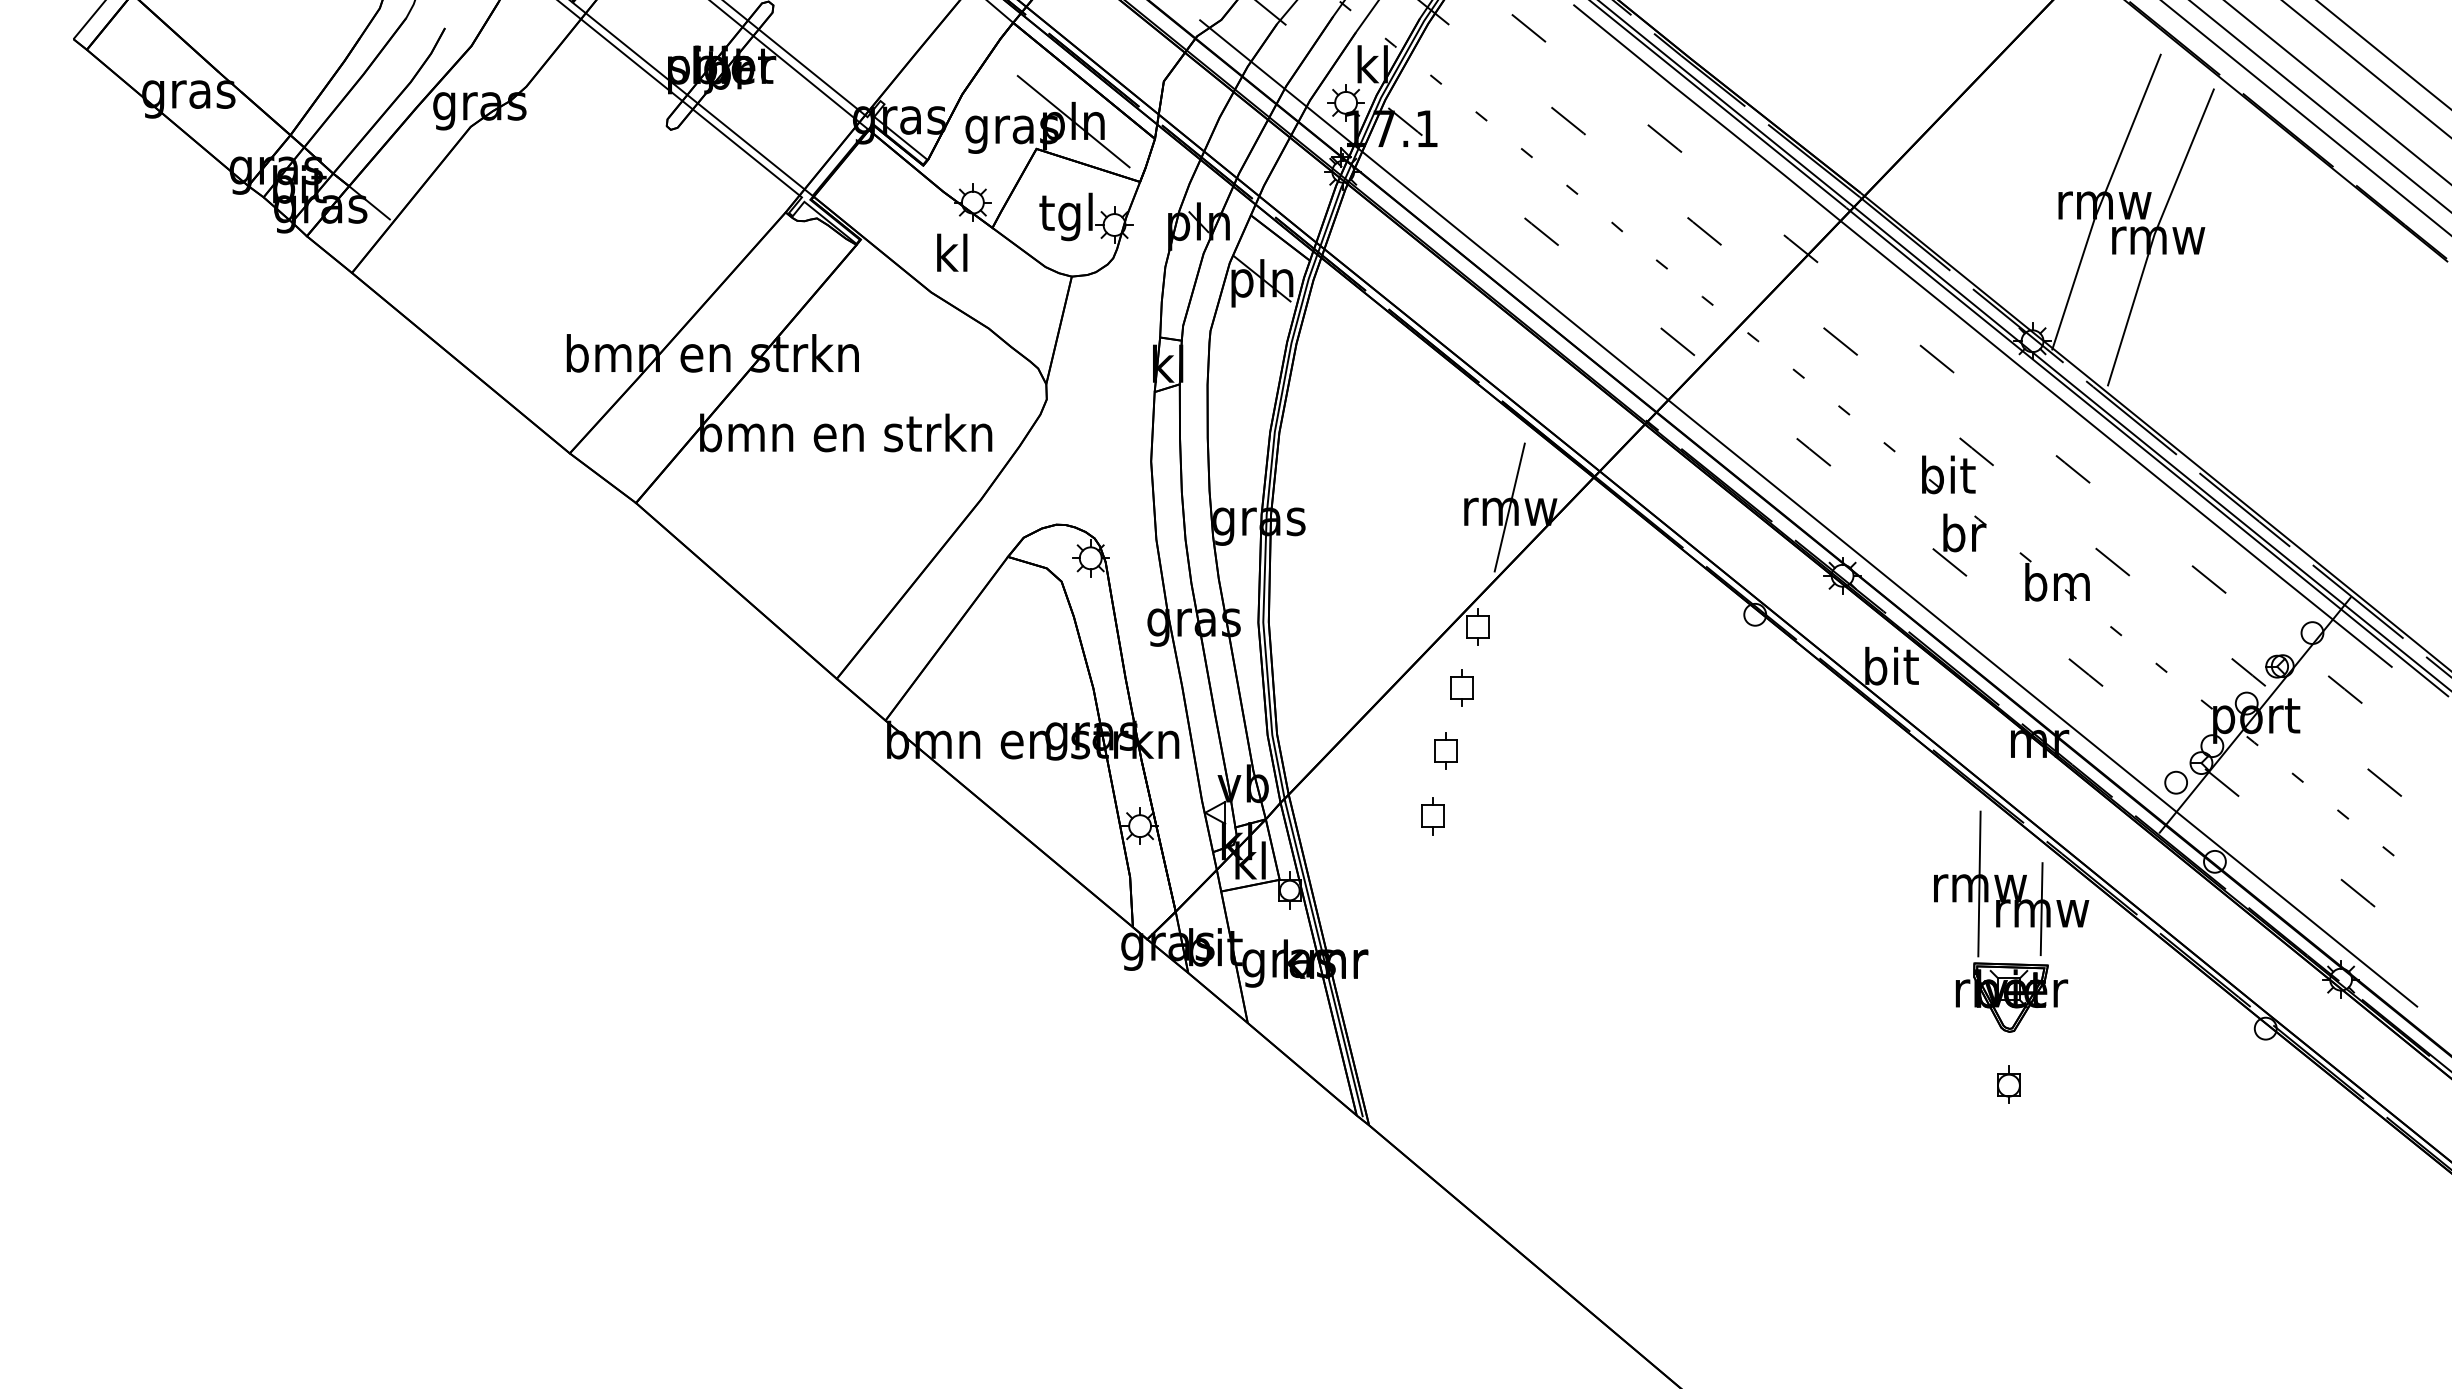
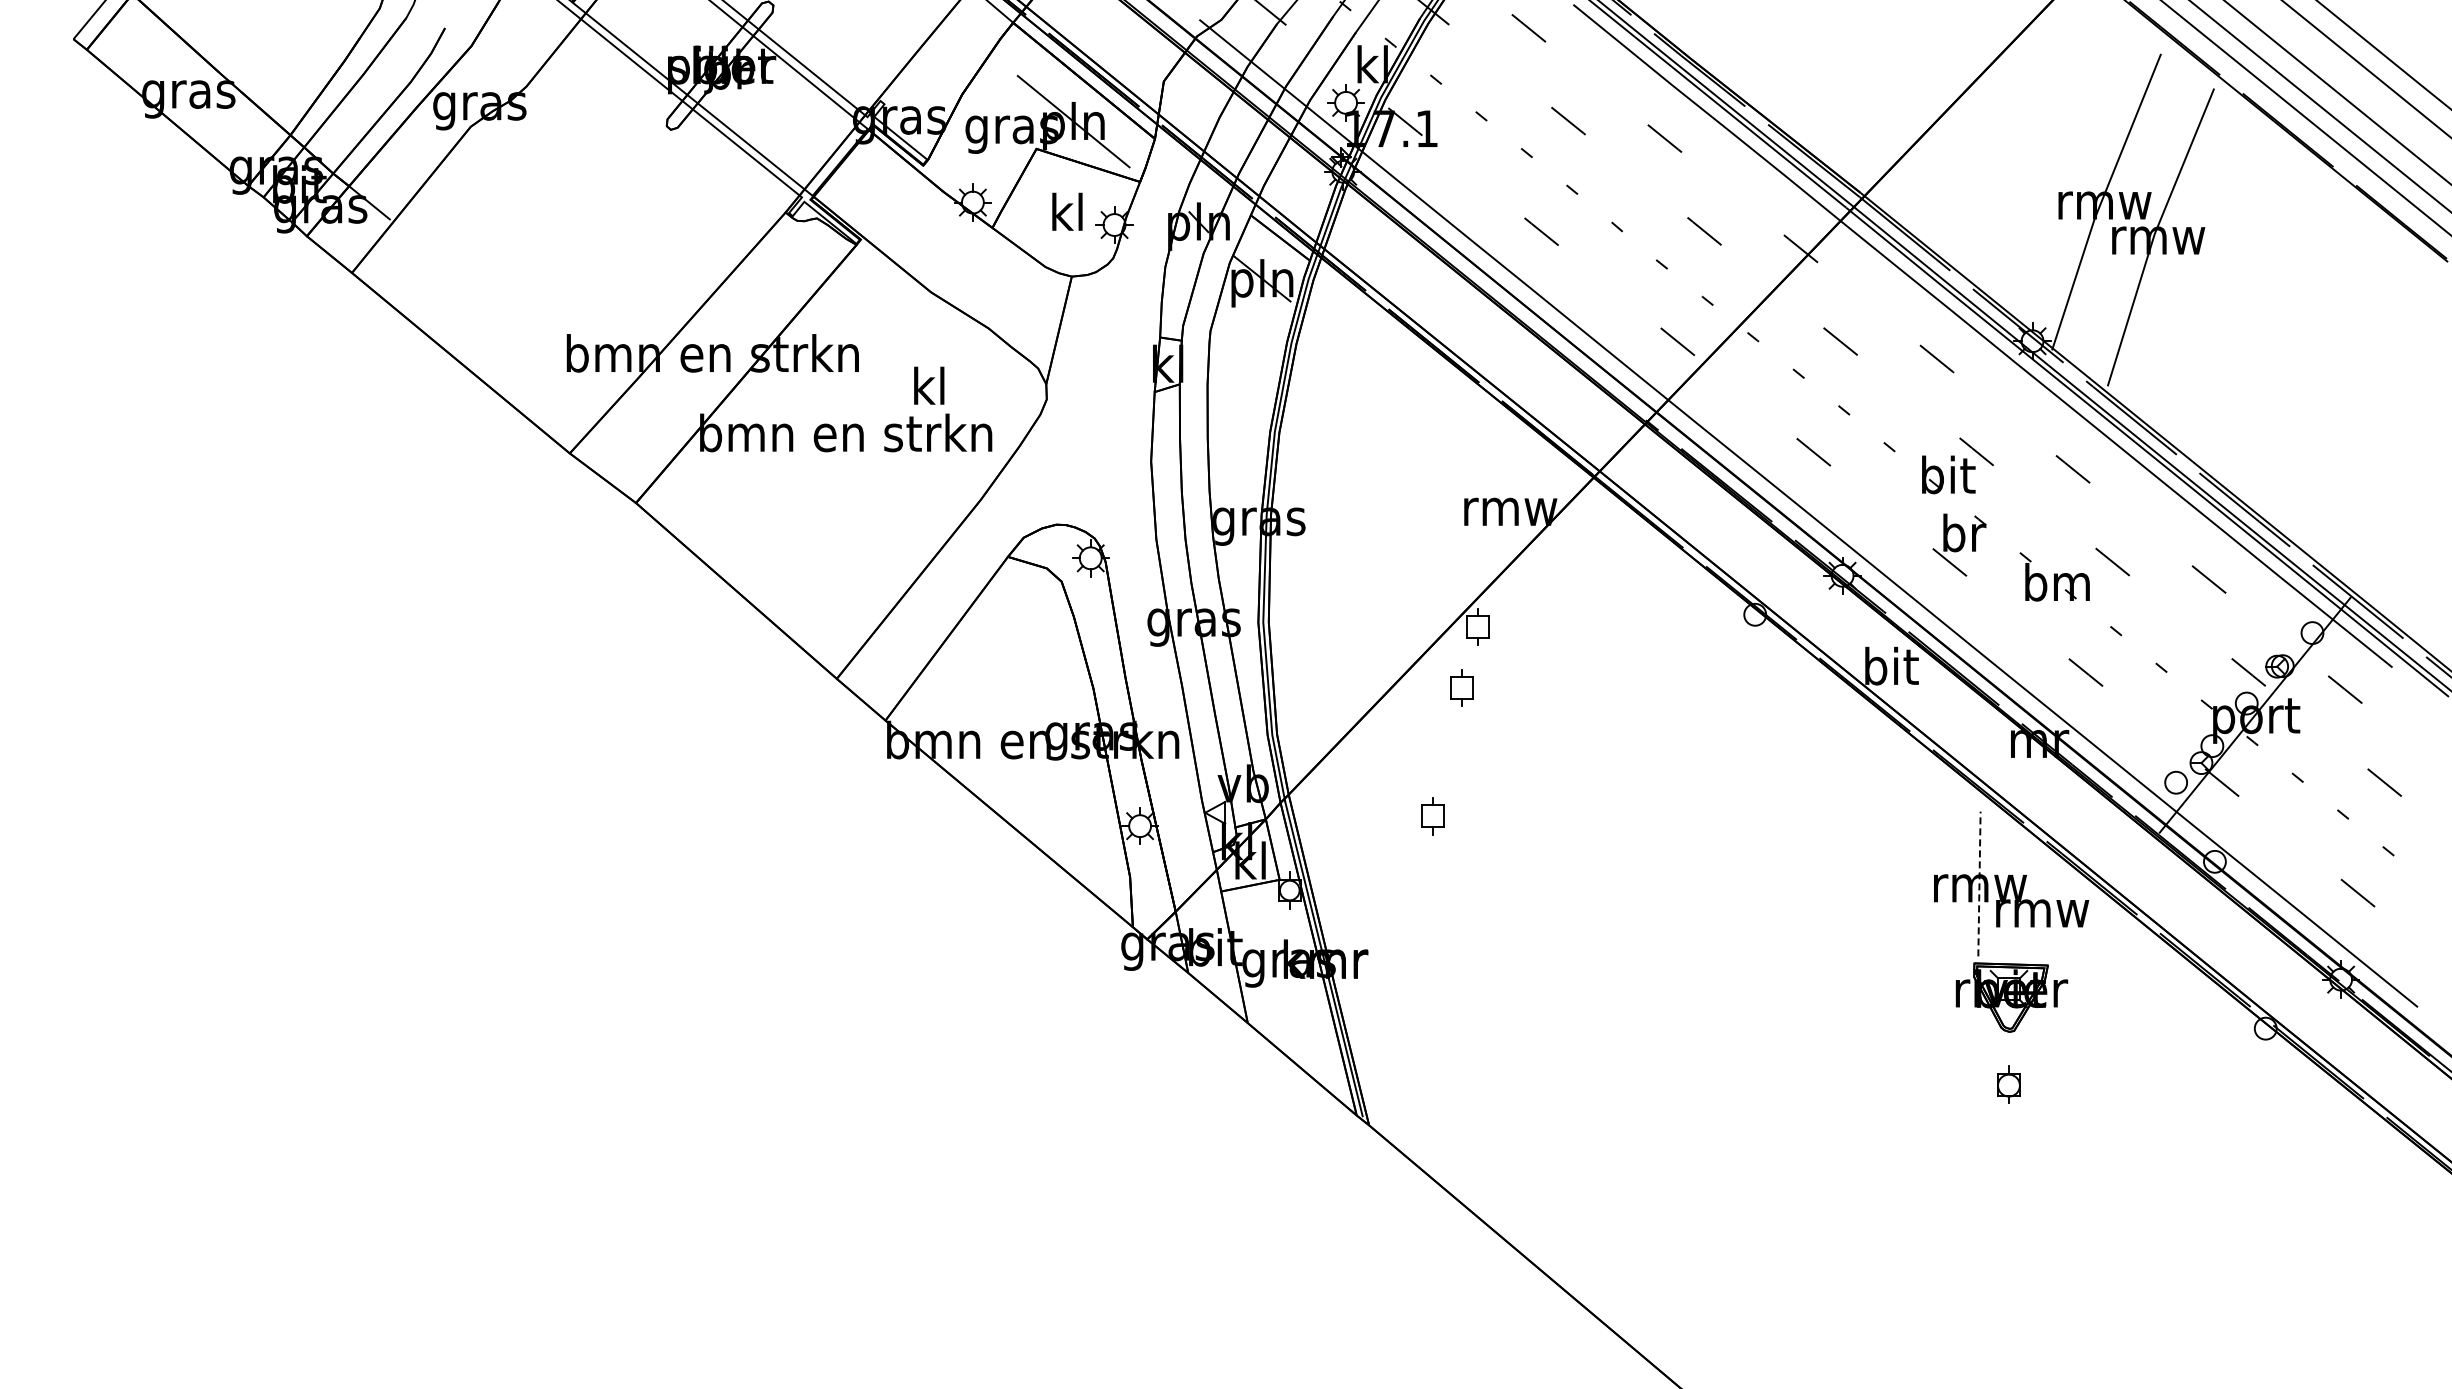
text at (1065, 216): tgl -> kl
text at (952, 252) position: (952, 252) -> (929, 385)
line at (1509, 507): present -> none
part at (1445, 750): present -> none
line at (1979, 883): solid -> dashed
line at (2041, 909): present -> none
